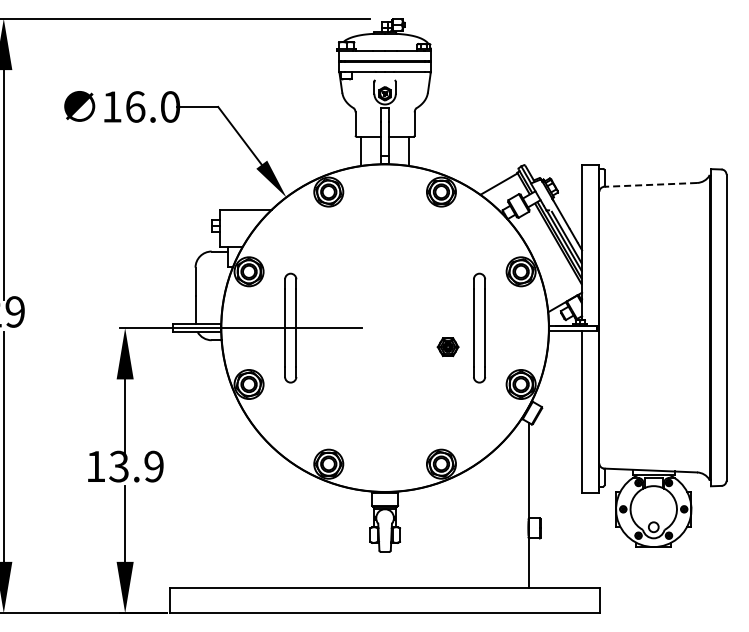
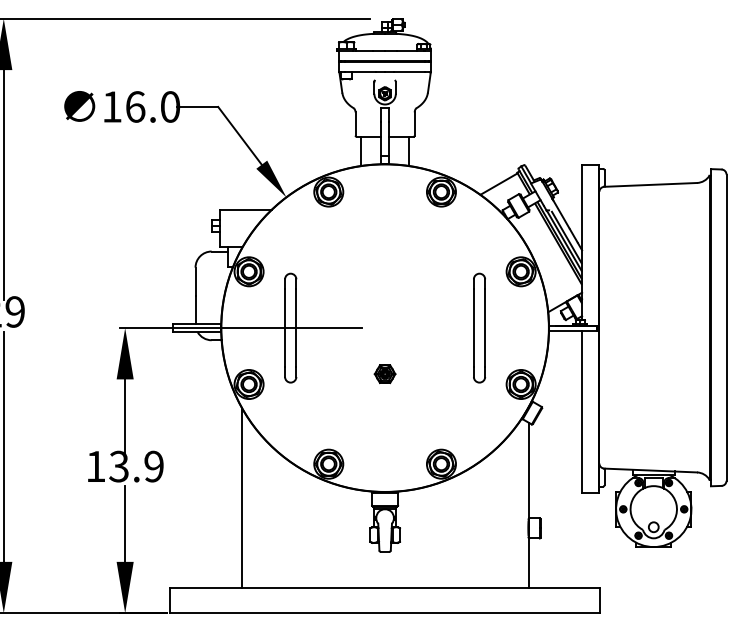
line at (650, 184): dashed -> solid
part at (447, 347) position: (447, 347) -> (384, 374)
line at (241, 497): none -> present
